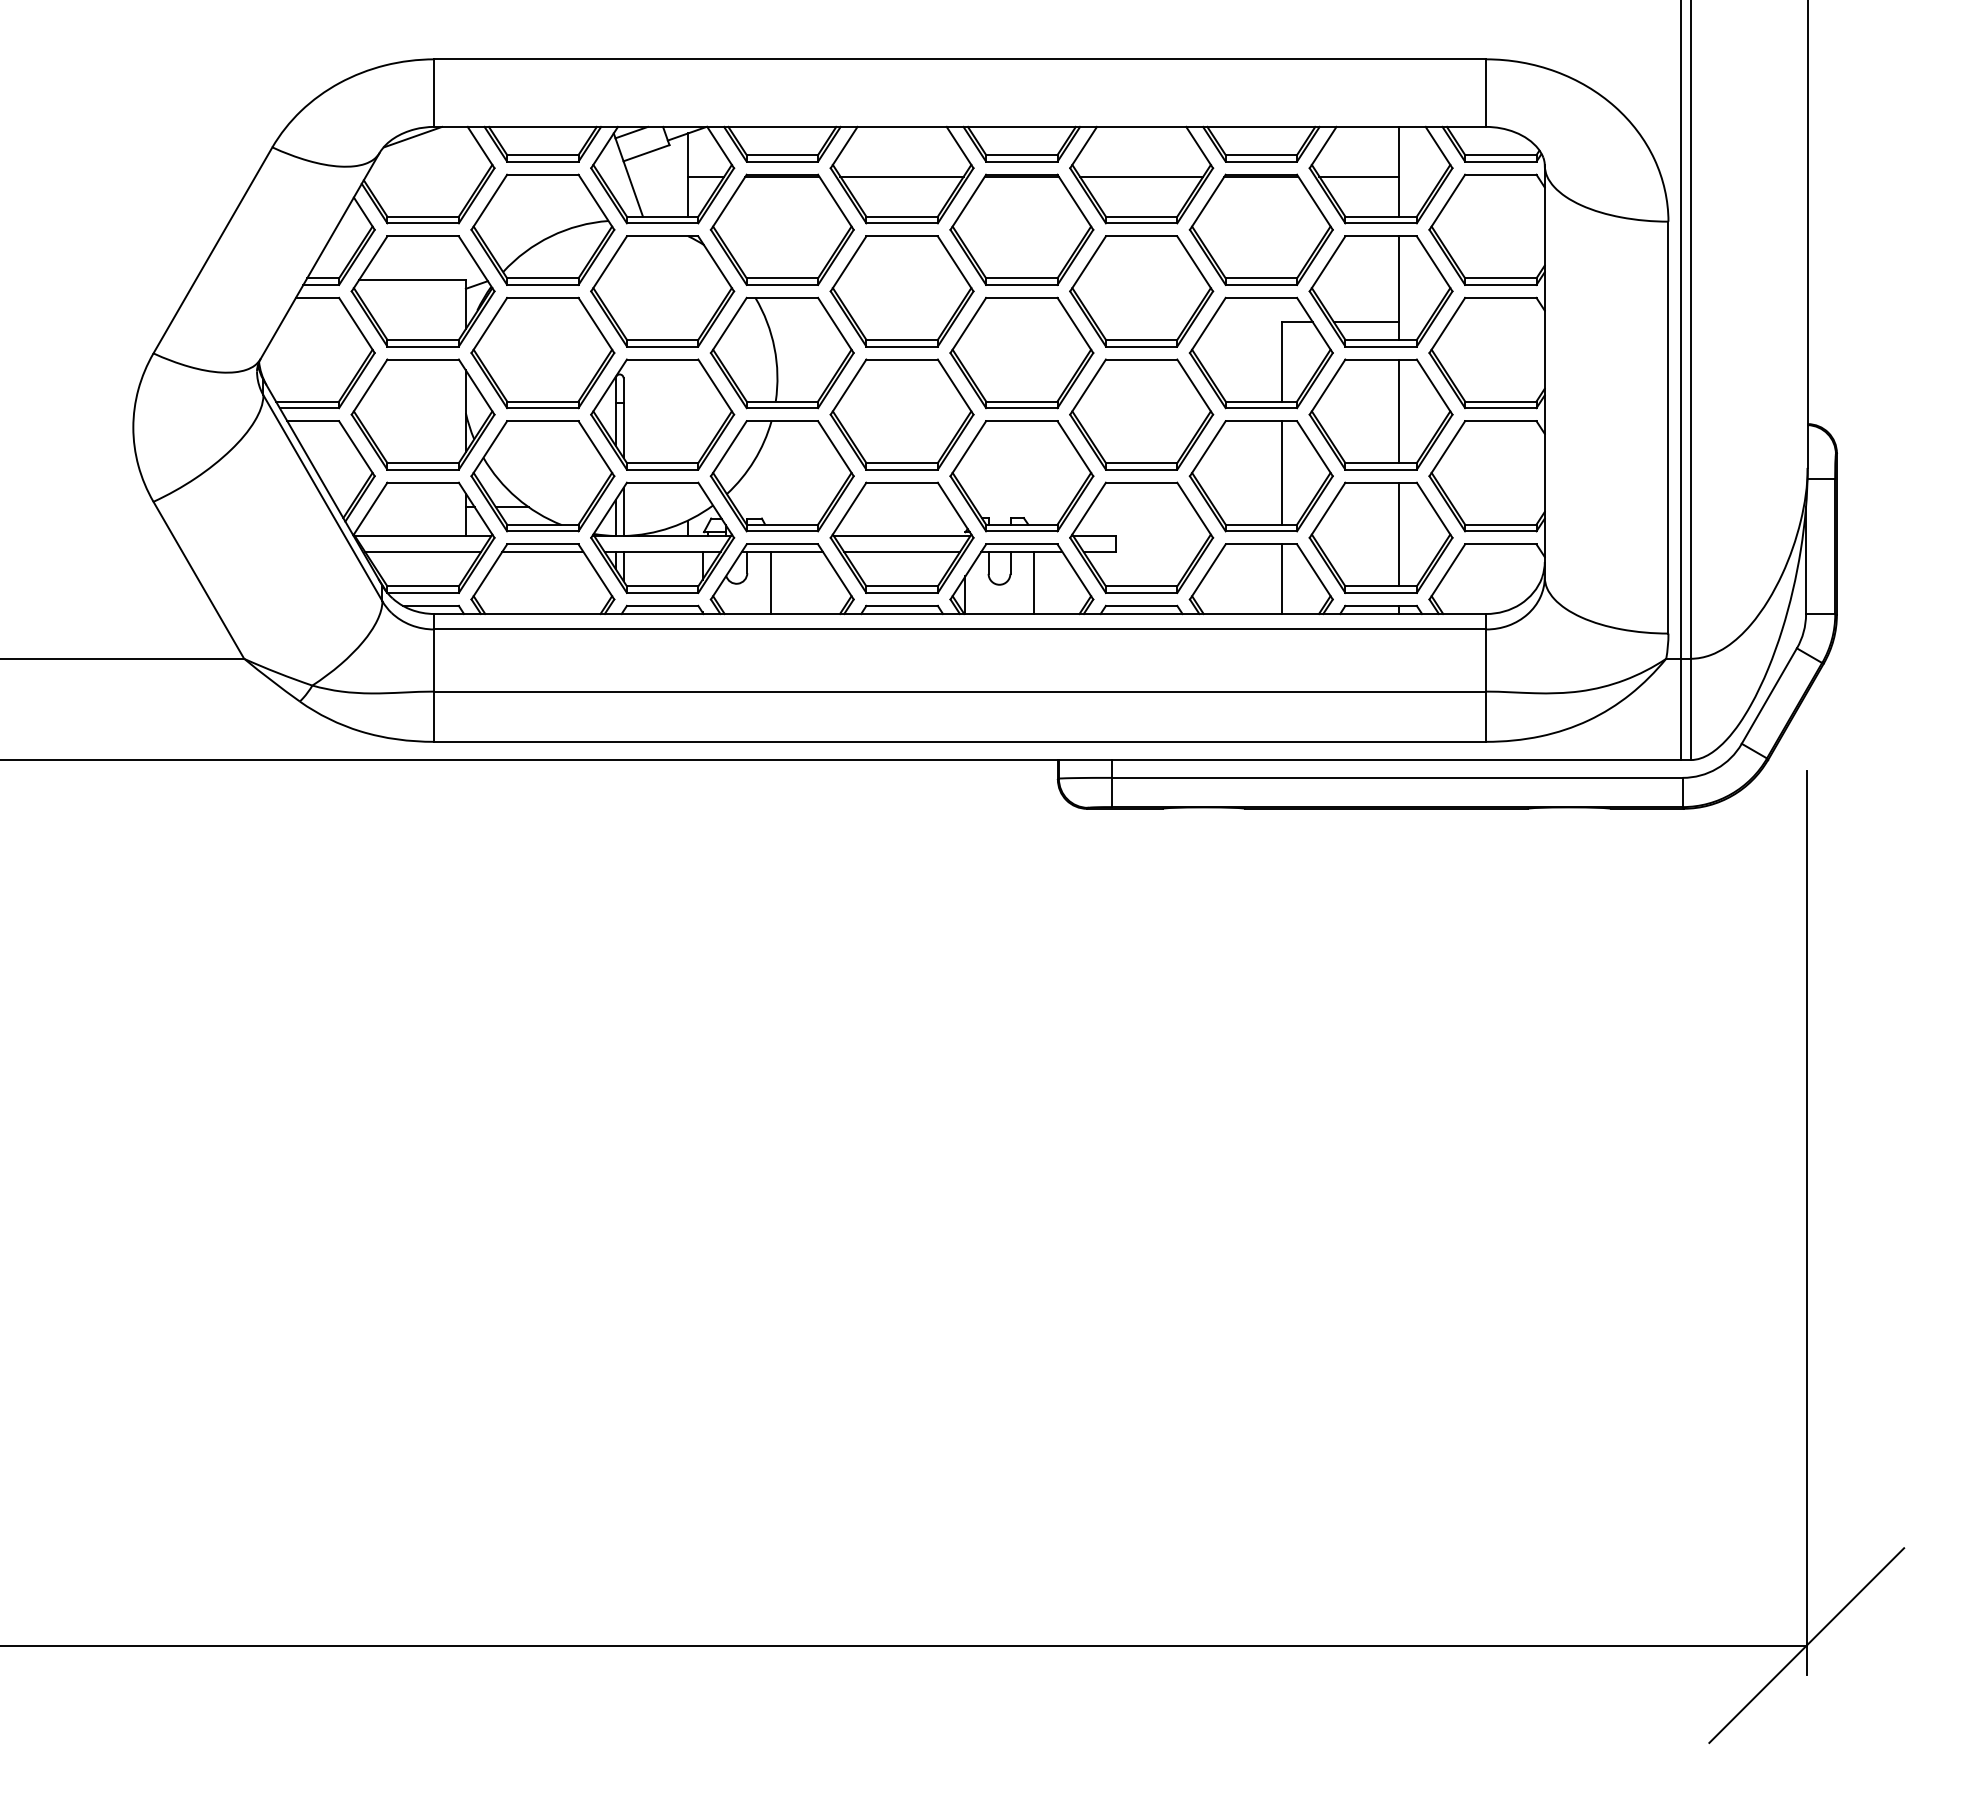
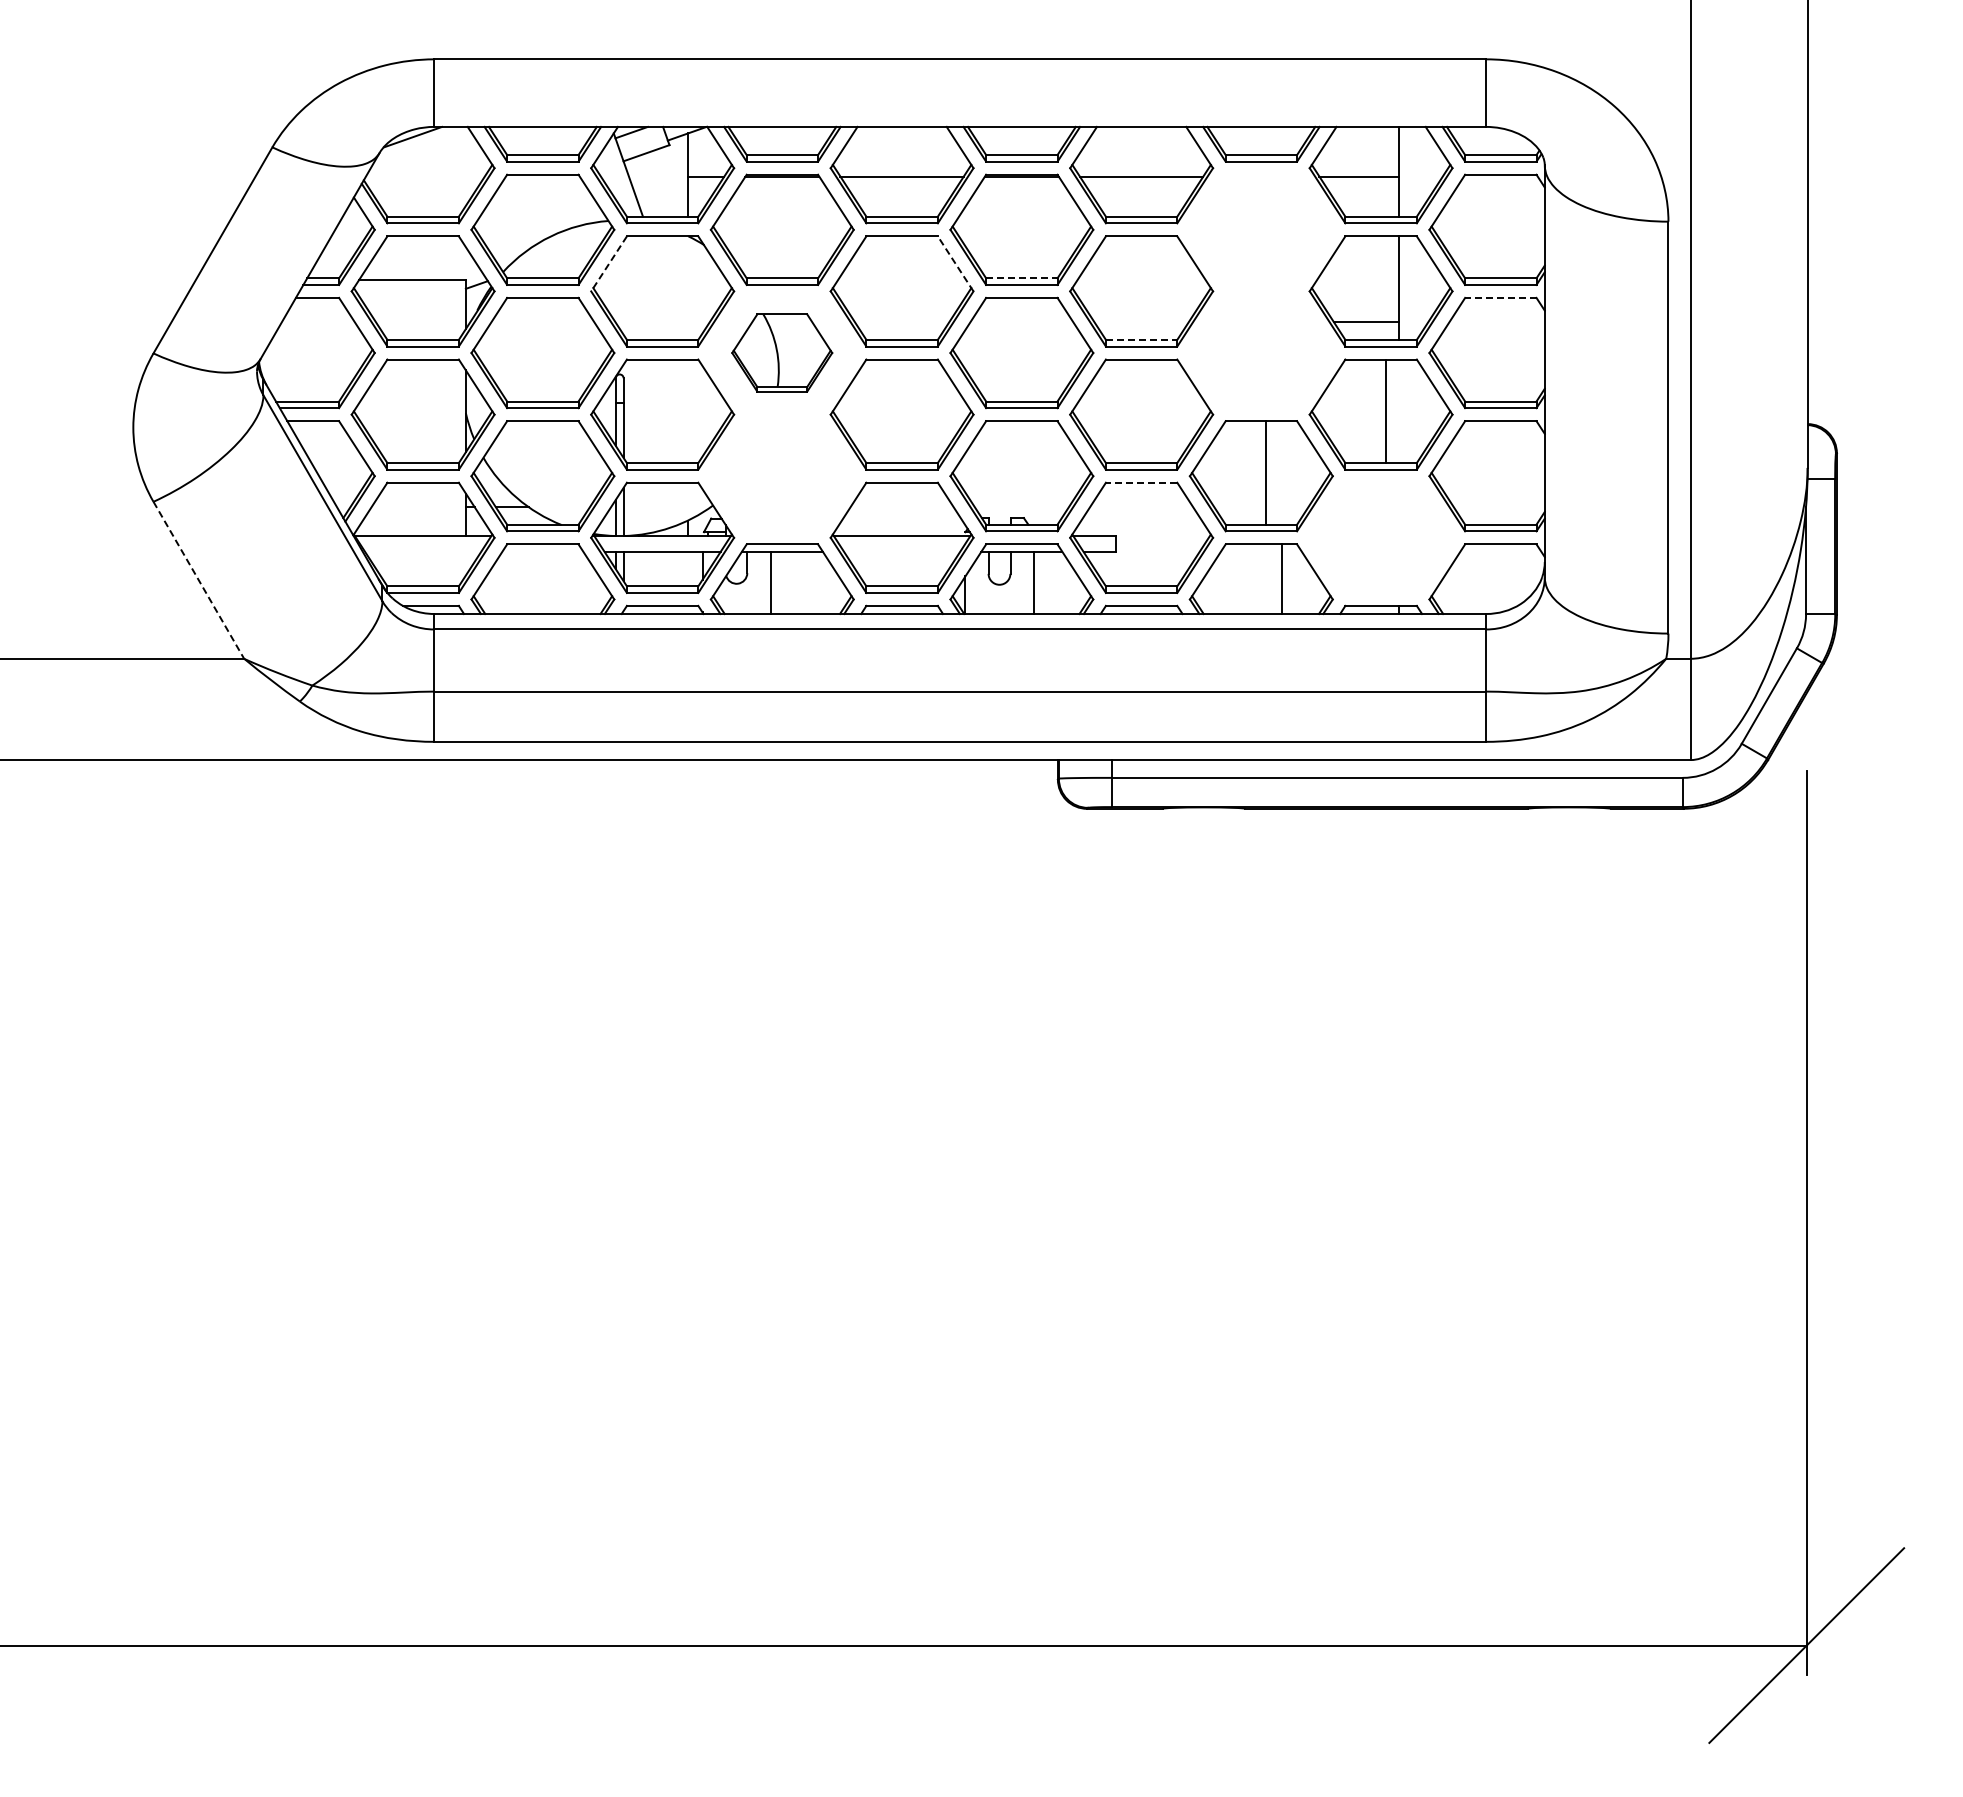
part at (1260, 229): present -> none
line at (609, 263): solid -> dashed
line at (955, 263): solid -> dashed
line at (1021, 278): solid -> dashed
line at (1500, 297): solid -> dashed
line at (1141, 339): solid -> dashed
part at (781, 352) size: 146x114 px -> 103x80 px
part at (1260, 352): present -> none
line at (1681, 381): present -> none
line at (1398, 411) position: (1398, 411) -> (1385, 411)
line at (1281, 472) position: (1281, 472) -> (1265, 472)
part at (781, 476): present -> none
line at (1141, 482): solid -> dashed
part at (1380, 537): present -> none
line at (423, 551): present -> none
line at (542, 551): present -> none
line at (901, 551): present -> none
line at (198, 580): solid -> dashed
